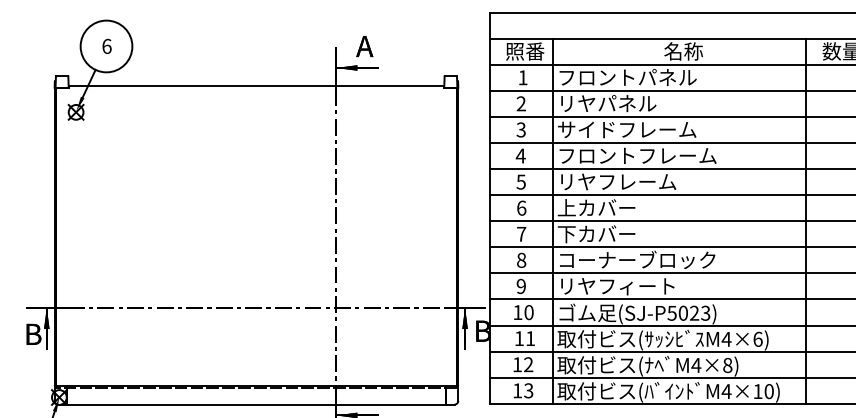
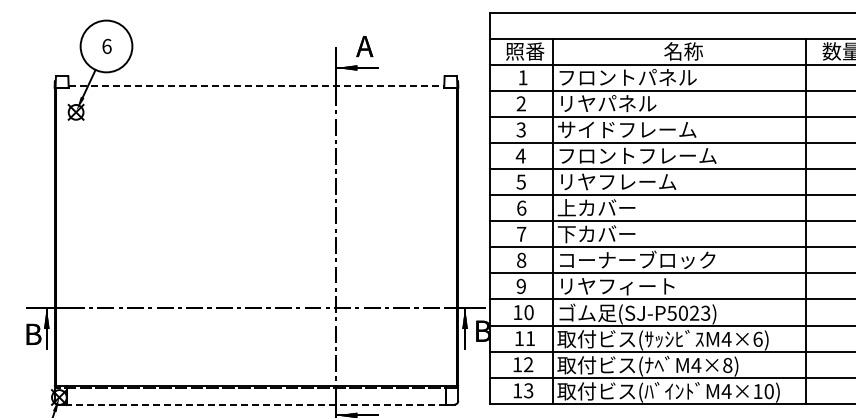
line at (256, 86): solid -> dashed
line at (255, 404): solid -> dashed
